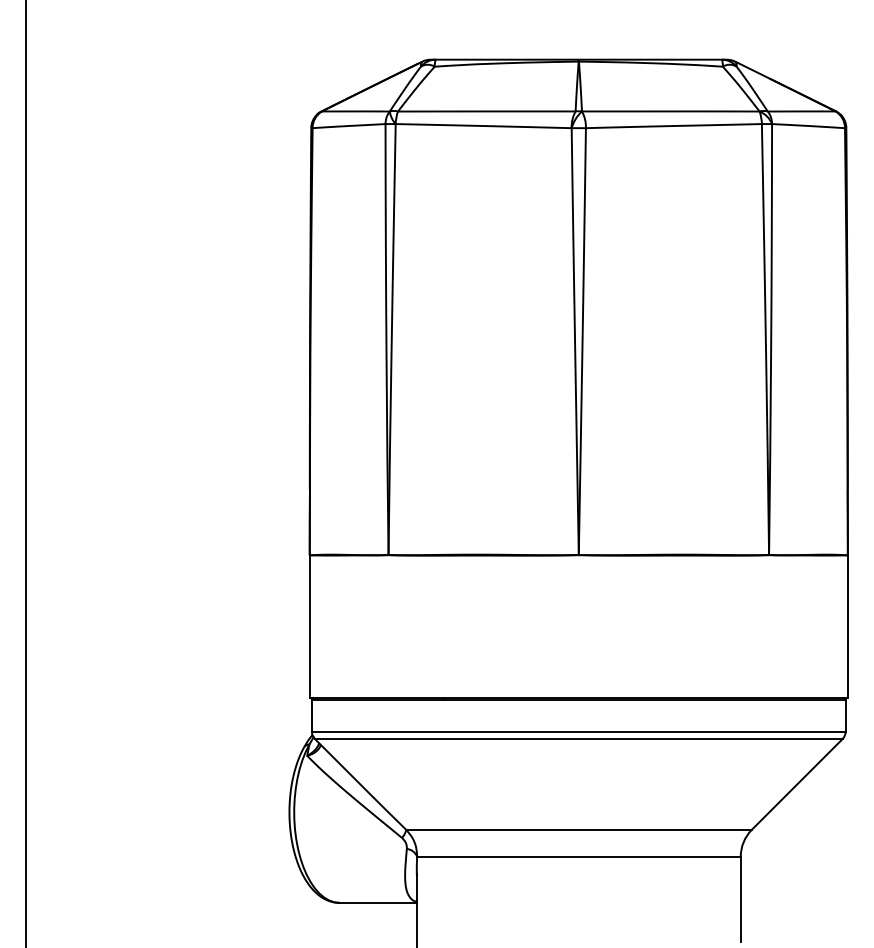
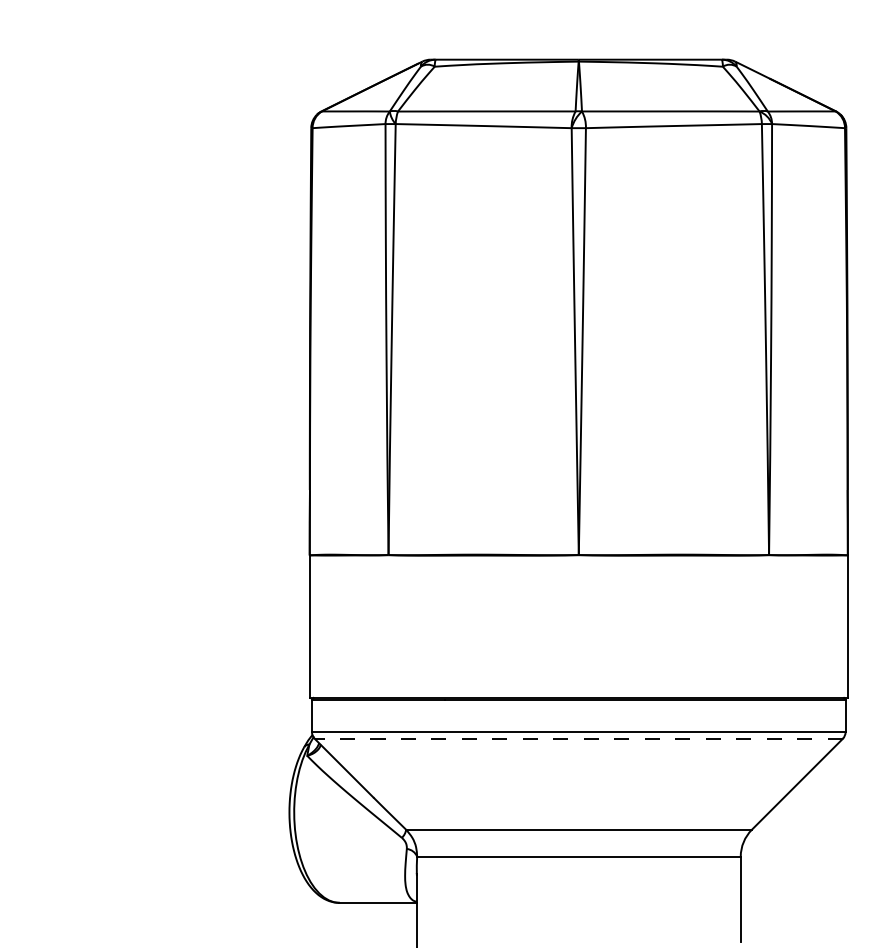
line at (26, 473): present -> none
line at (578, 738): solid -> dashed
